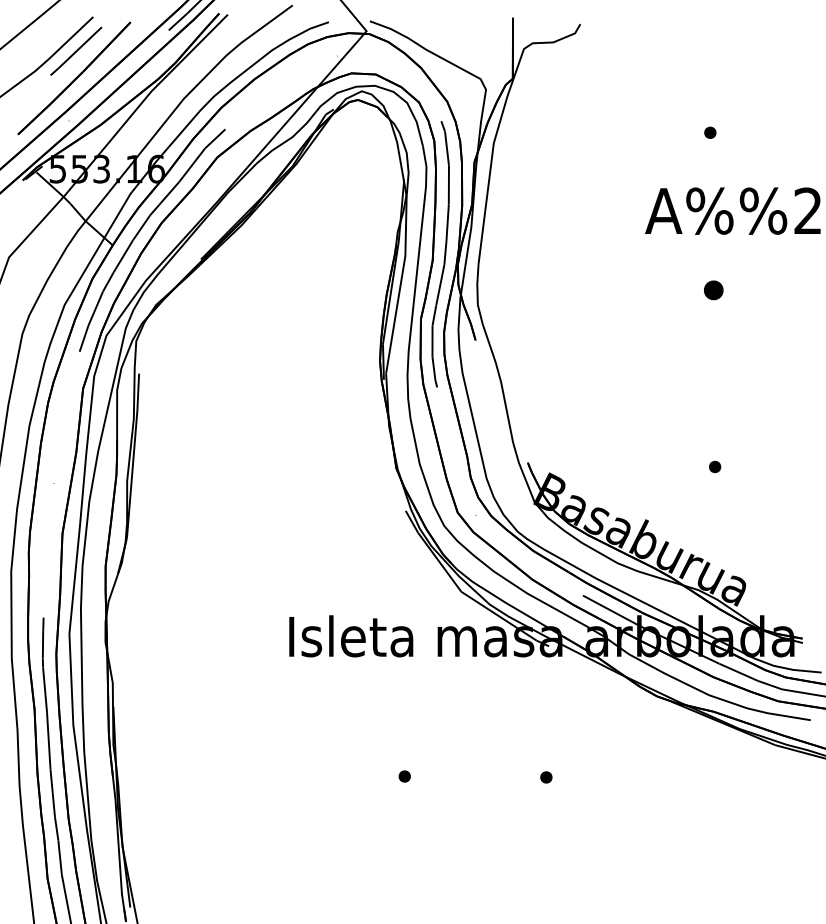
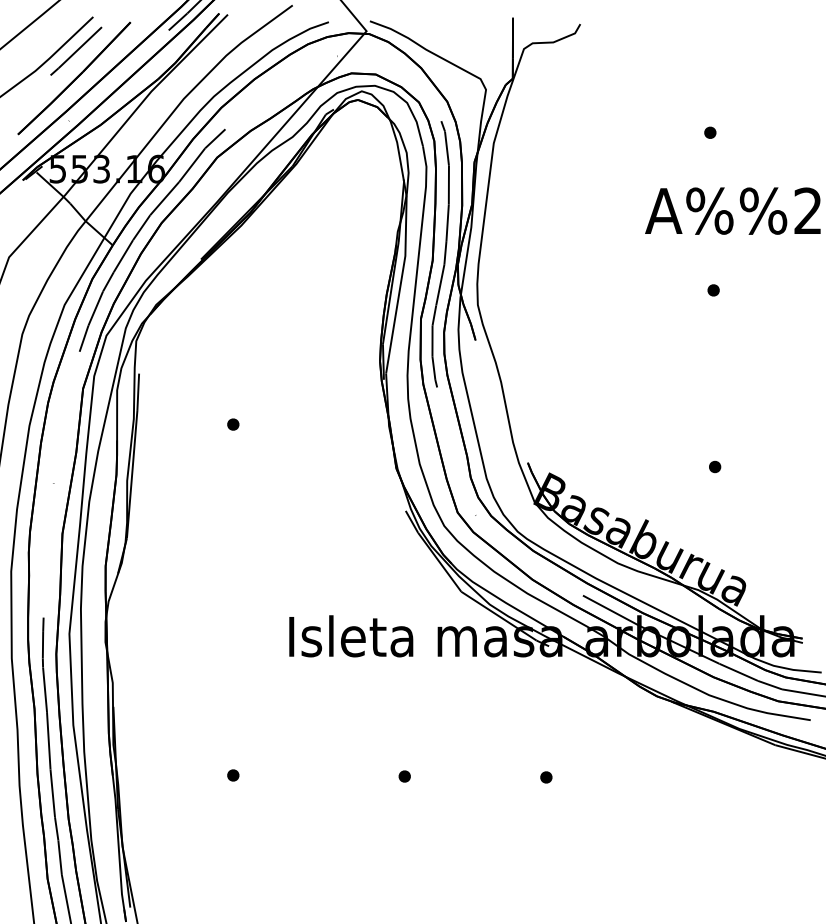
part at (713, 290) size: 20x21 px -> 13x13 px
part at (233, 424): none -> present
part at (233, 775): none -> present
